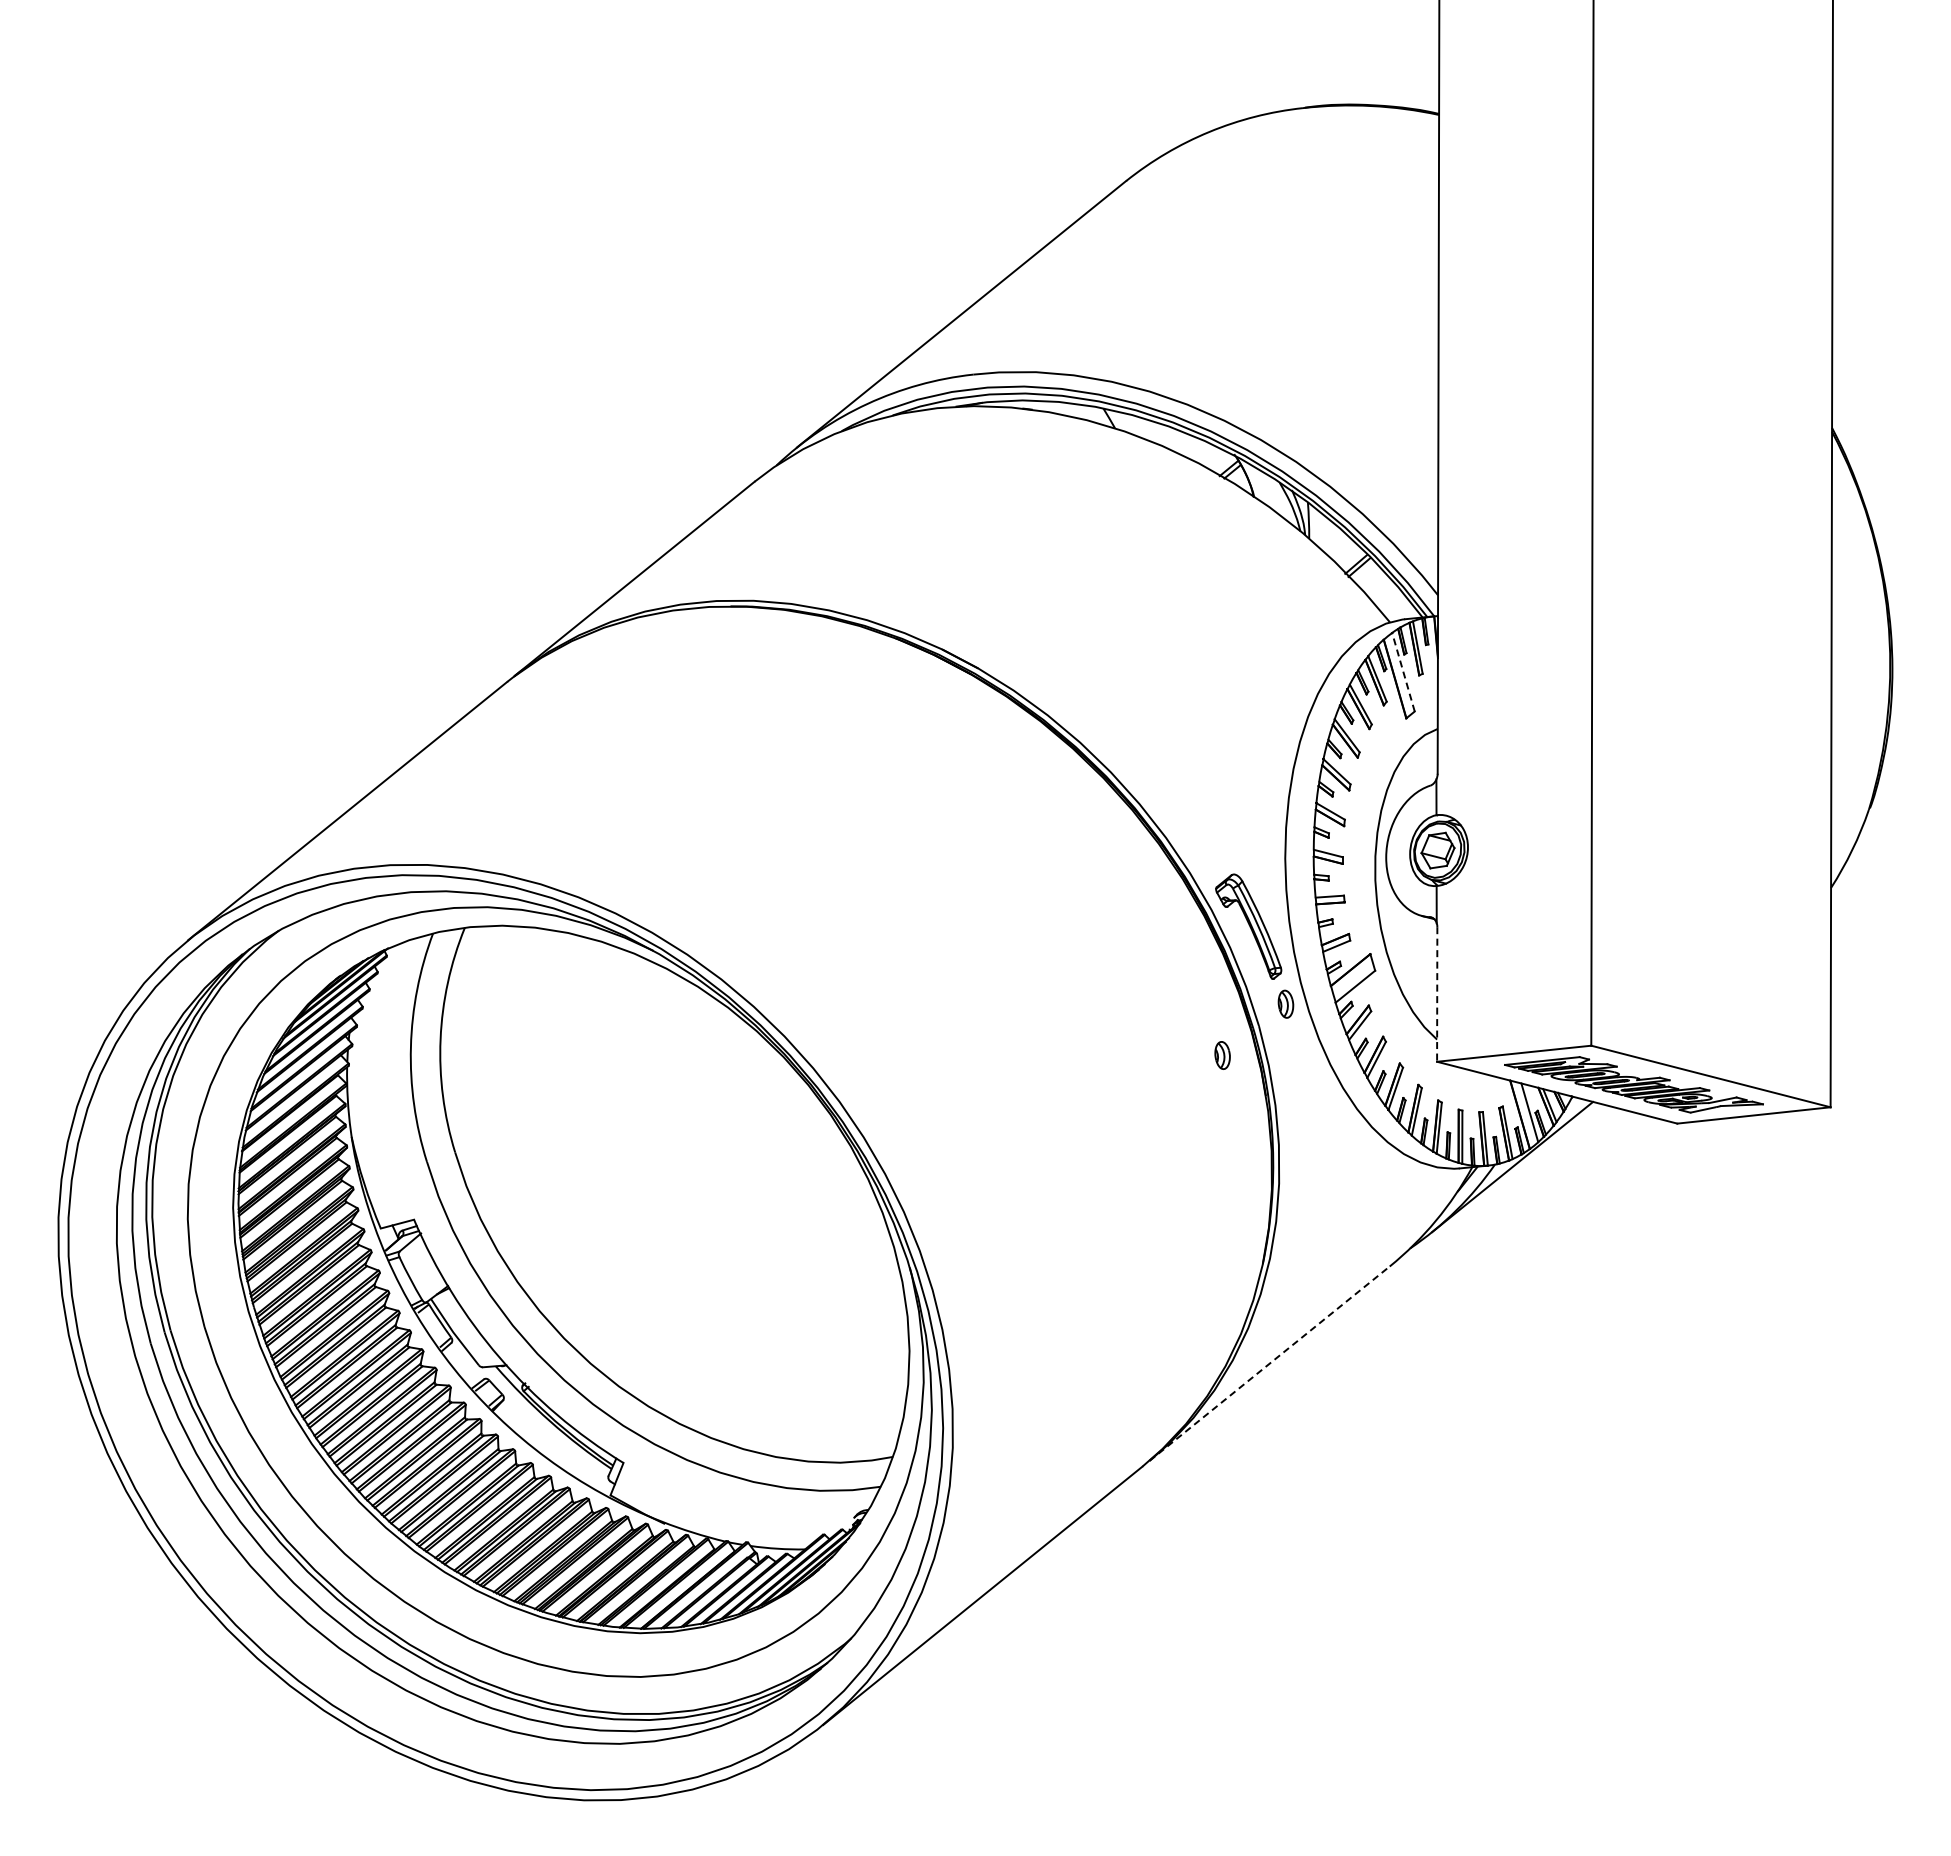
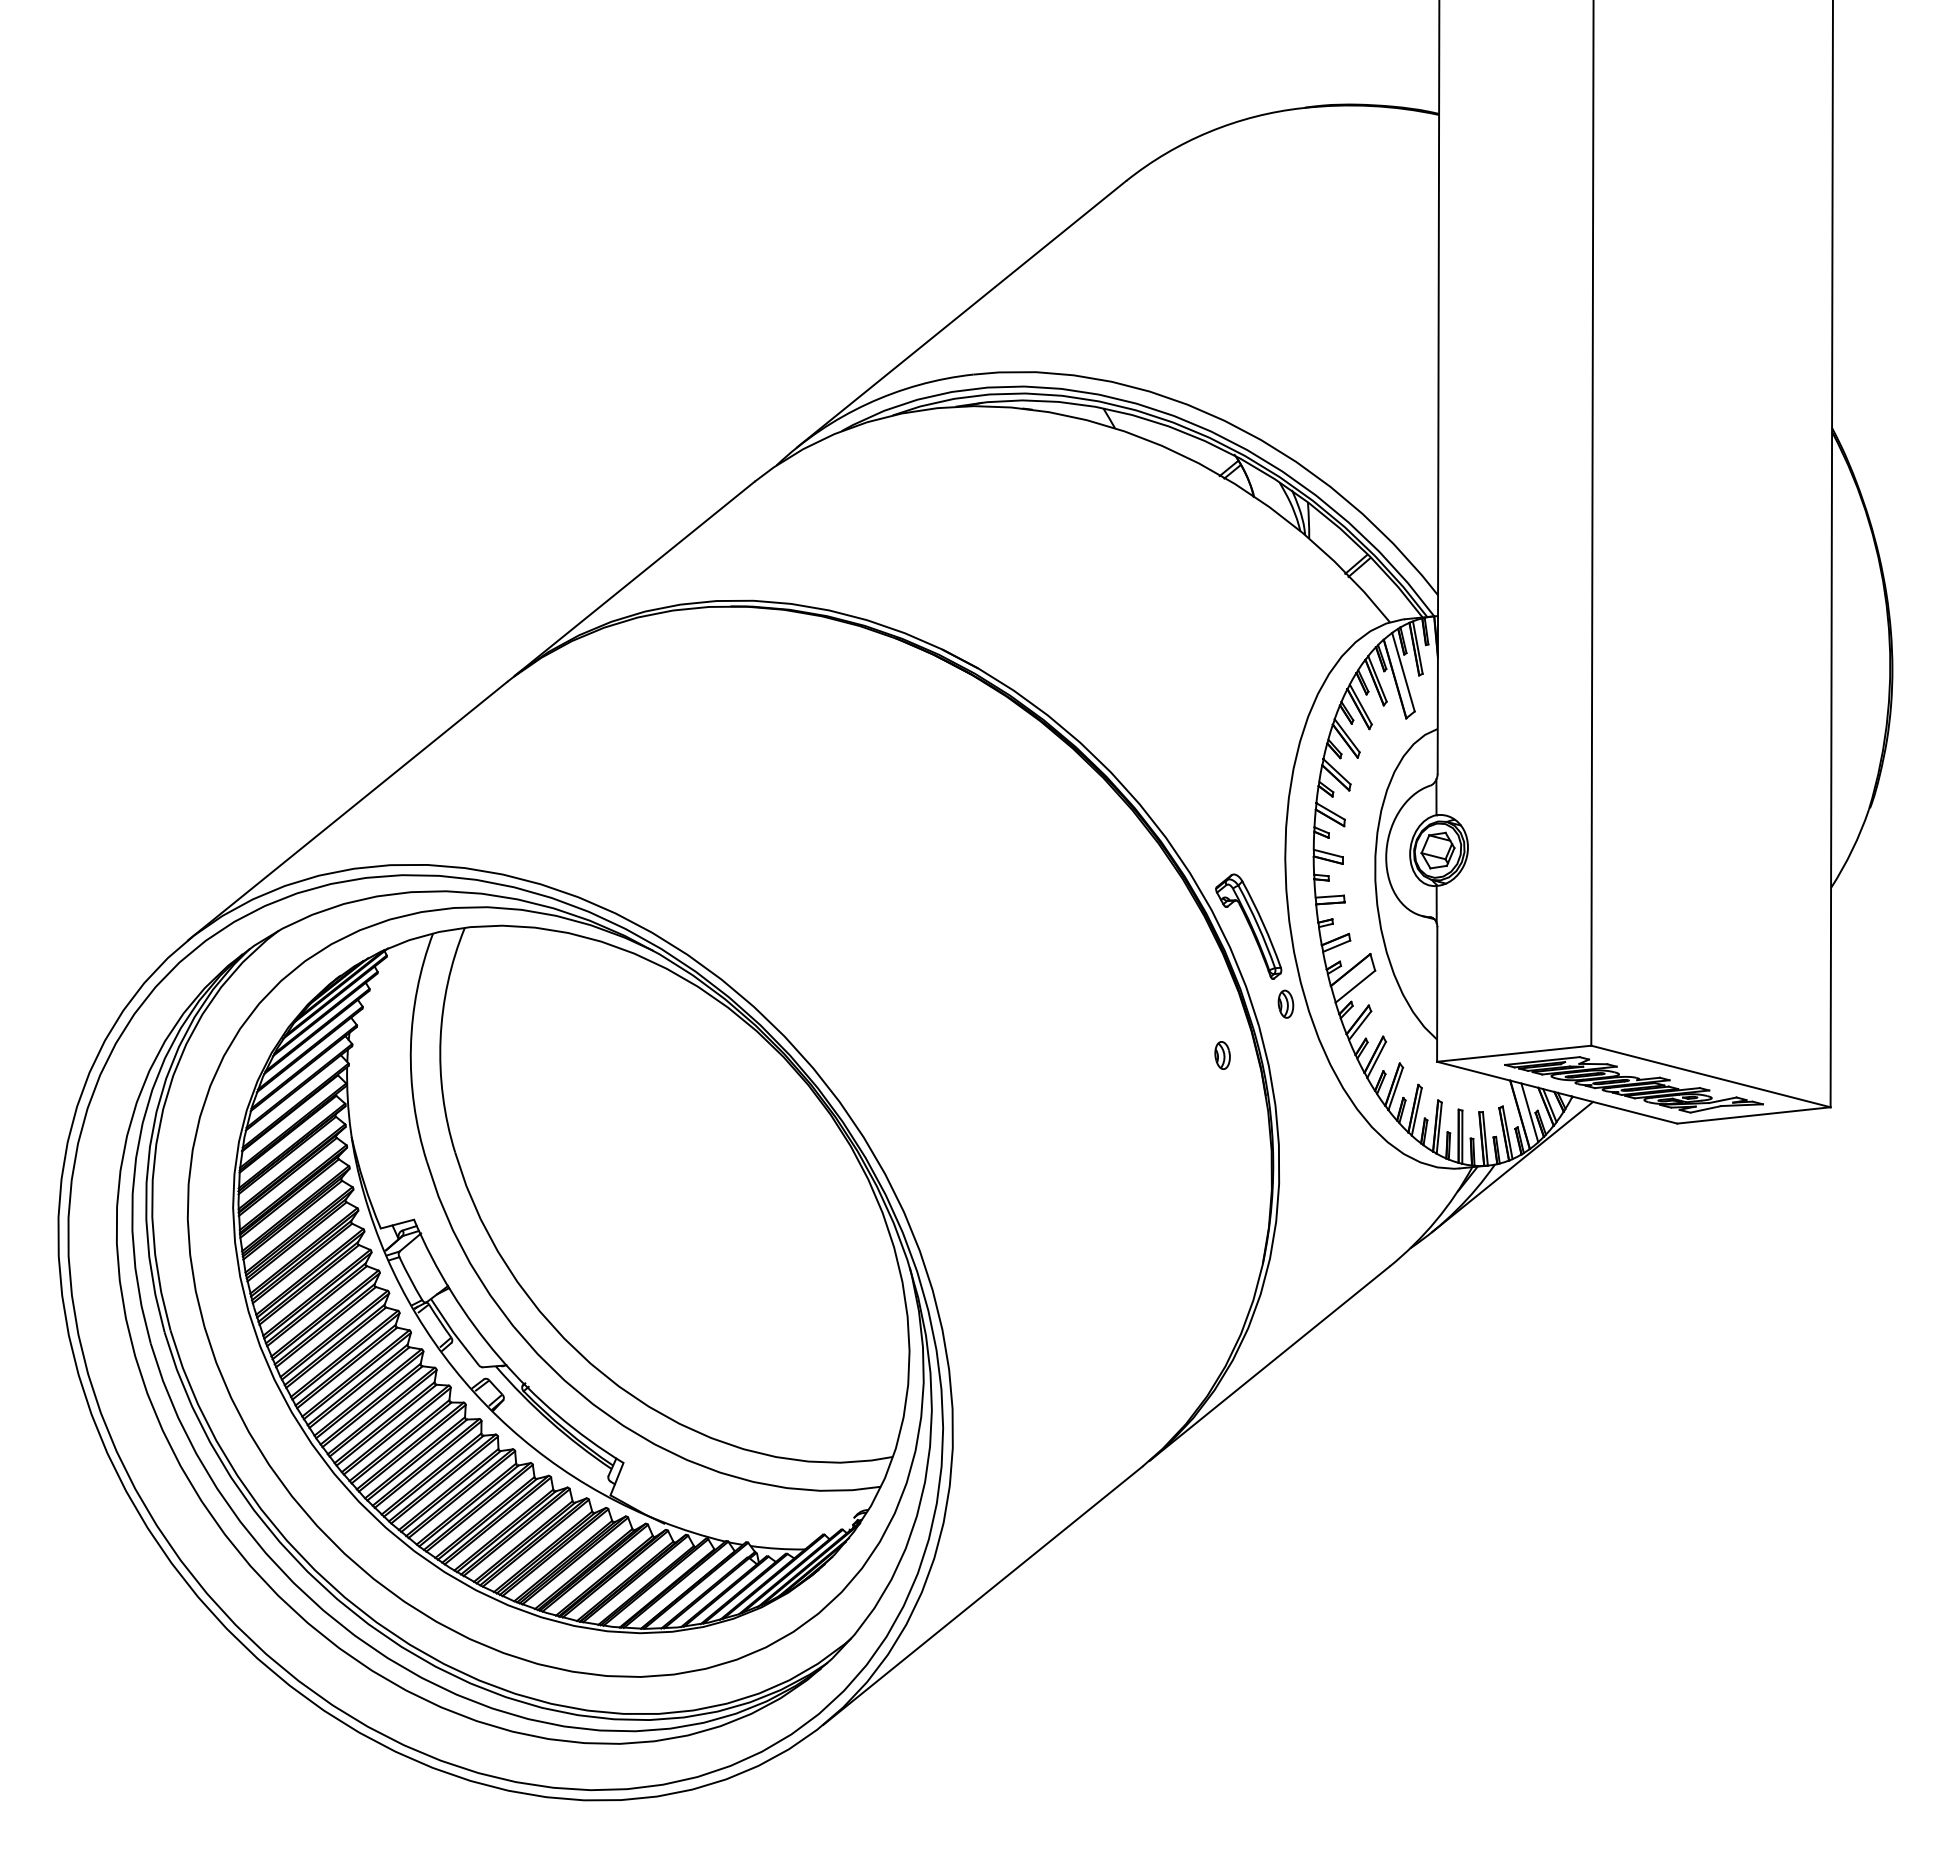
line at (1403, 672): dashed -> solid
line at (1437, 994): dashed -> solid
line at (1270, 1363): dashed -> solid
